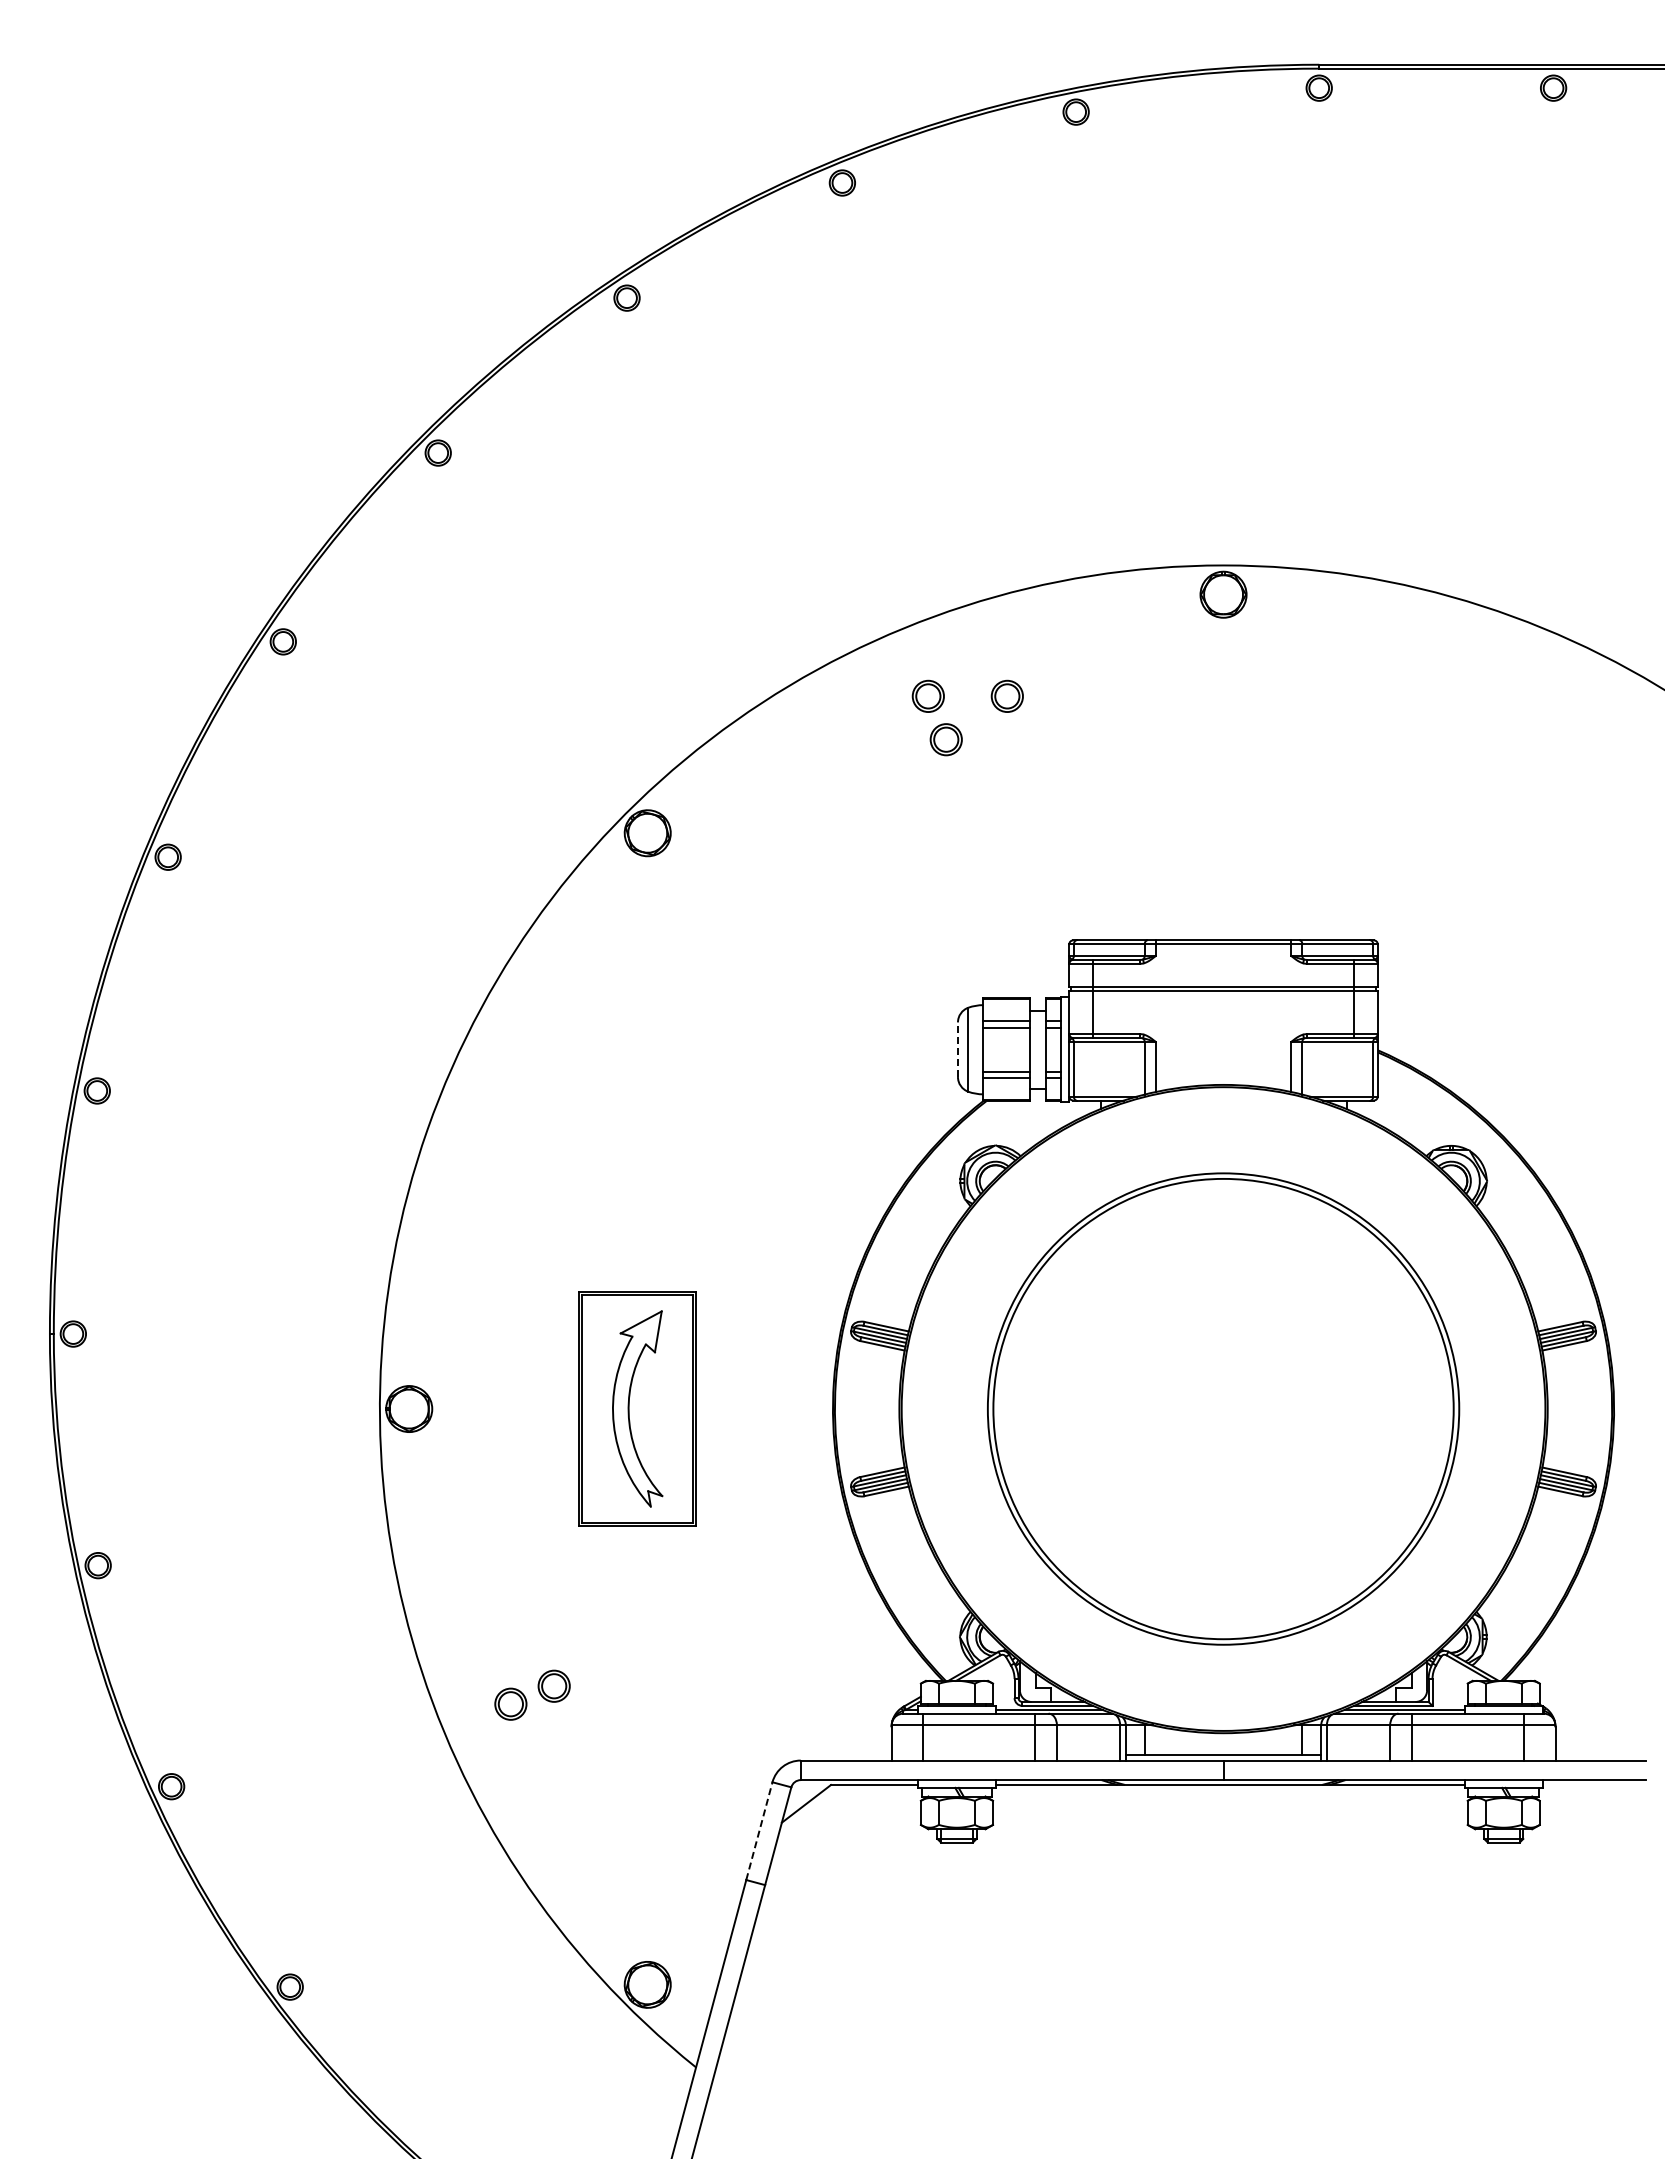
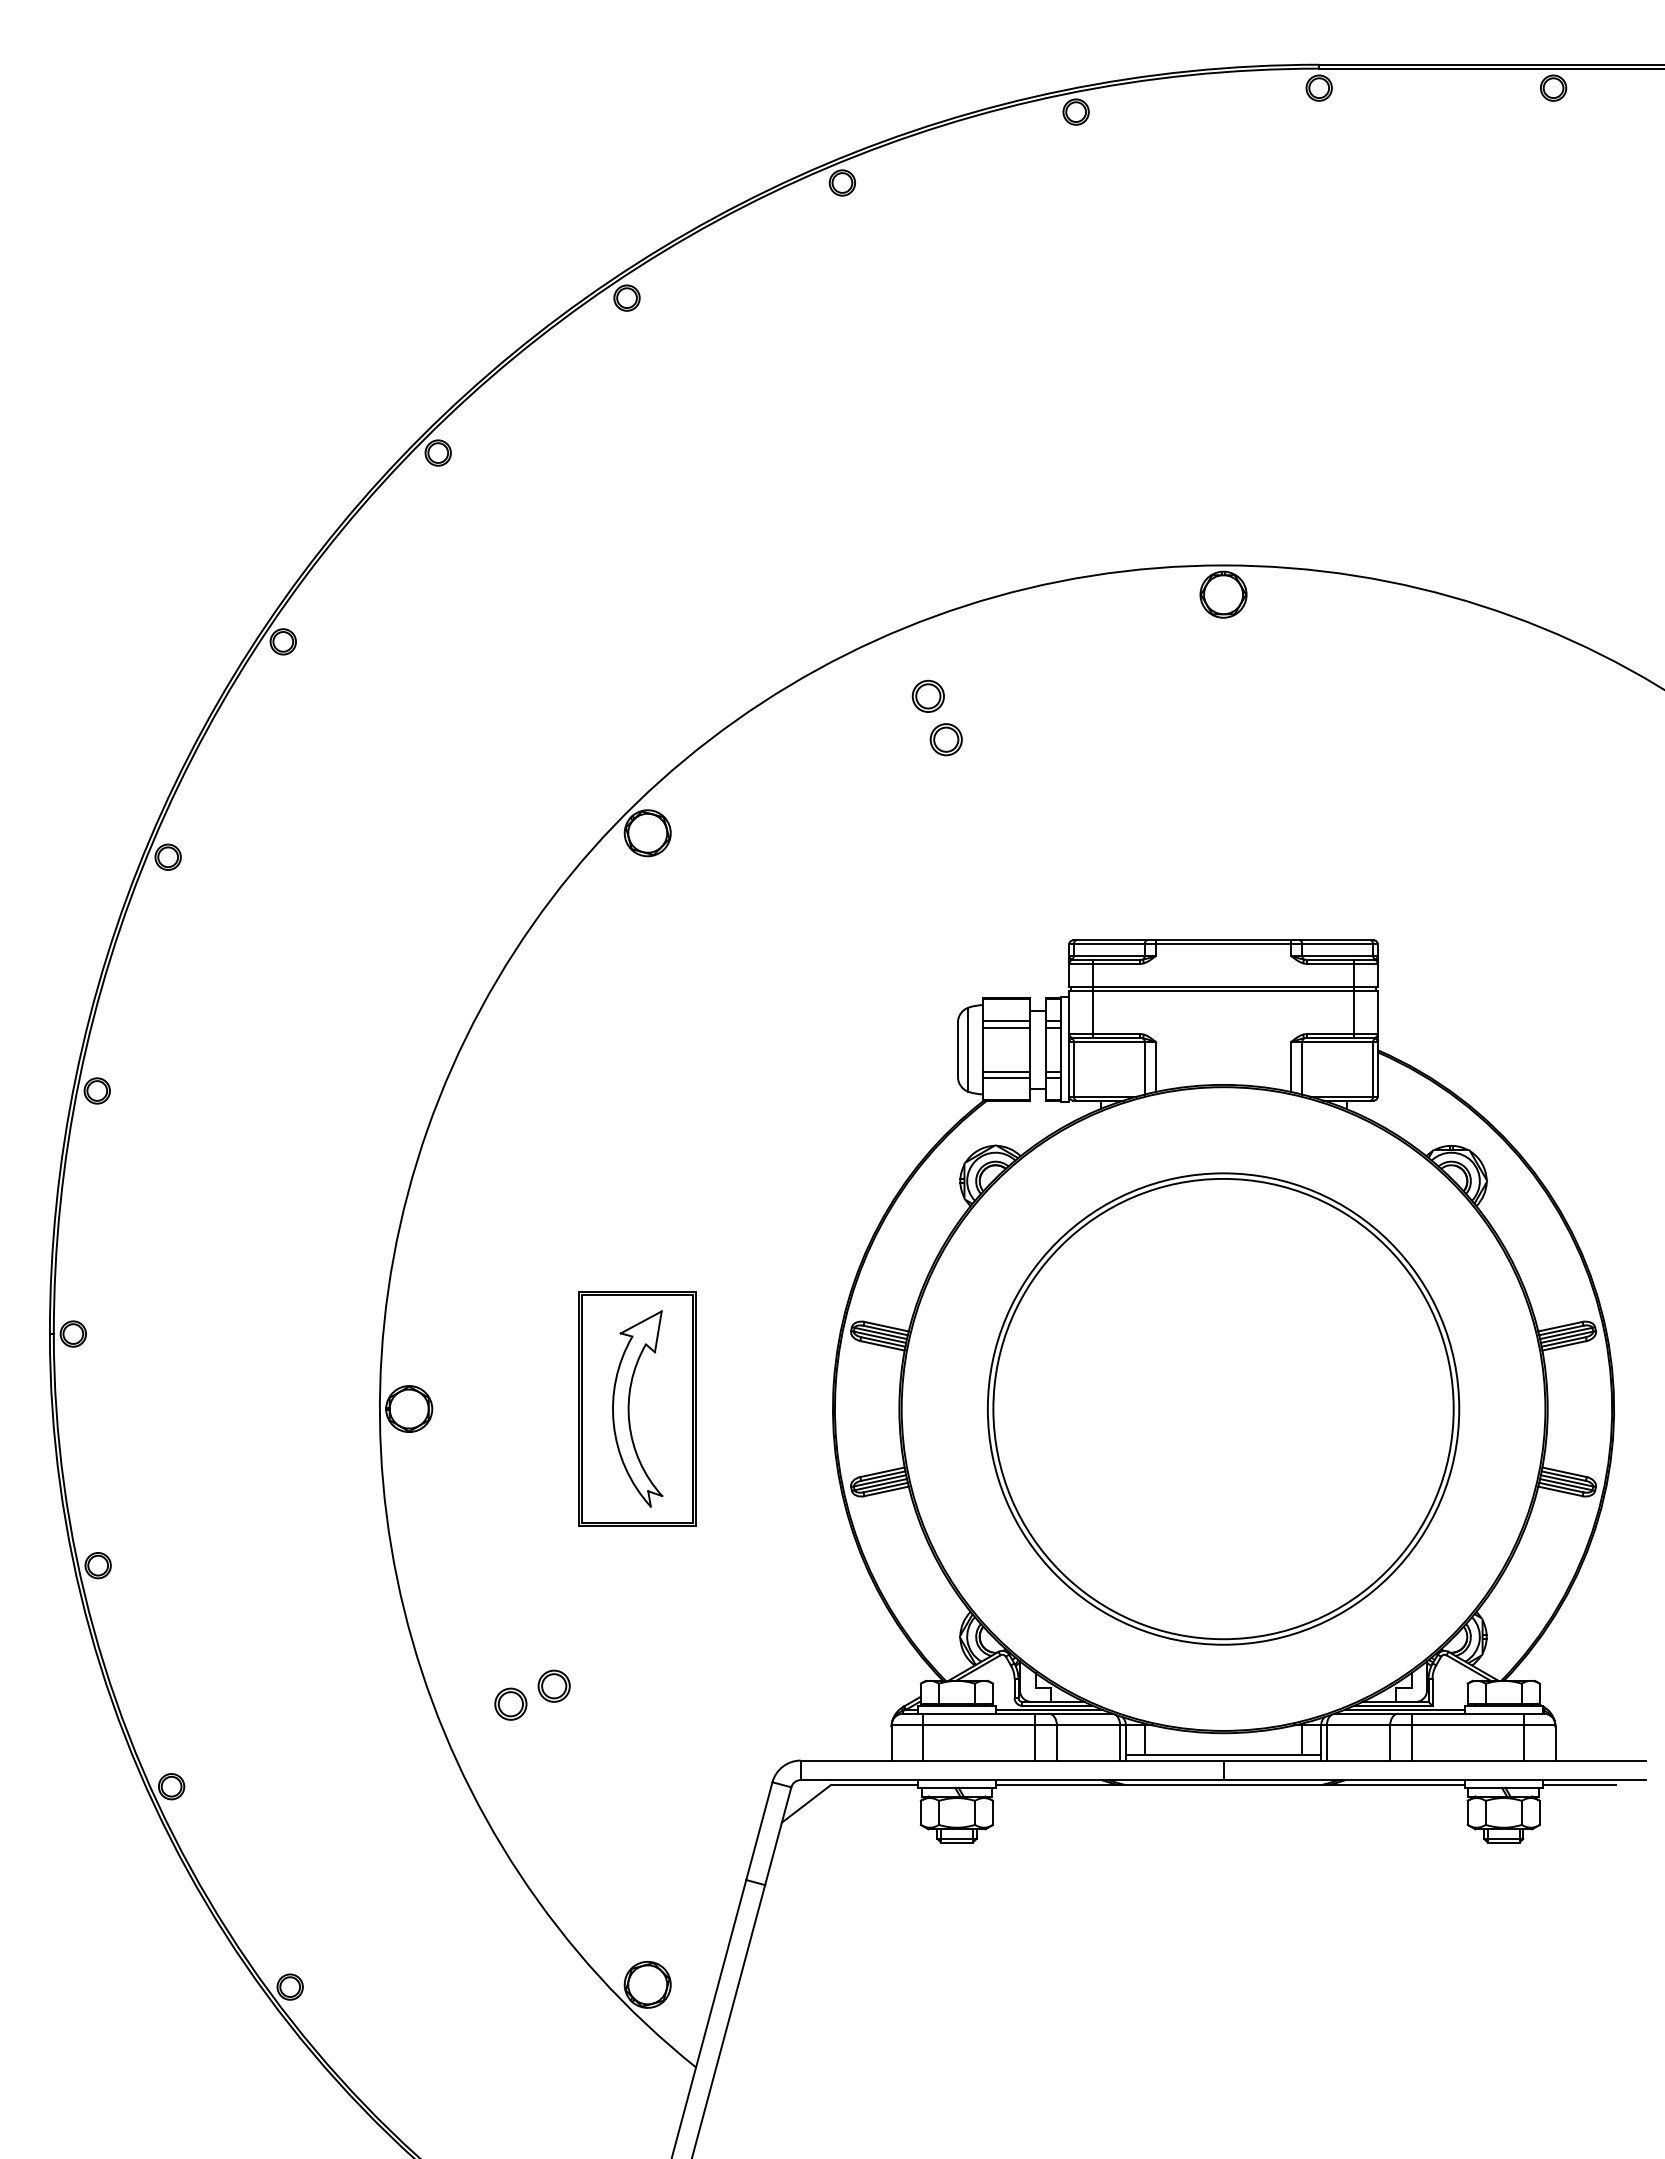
part at (1006, 695): present -> none
line at (957, 1049): dashed -> solid
line at (1579, 1784): none -> present
line at (759, 1831): dashed -> solid
